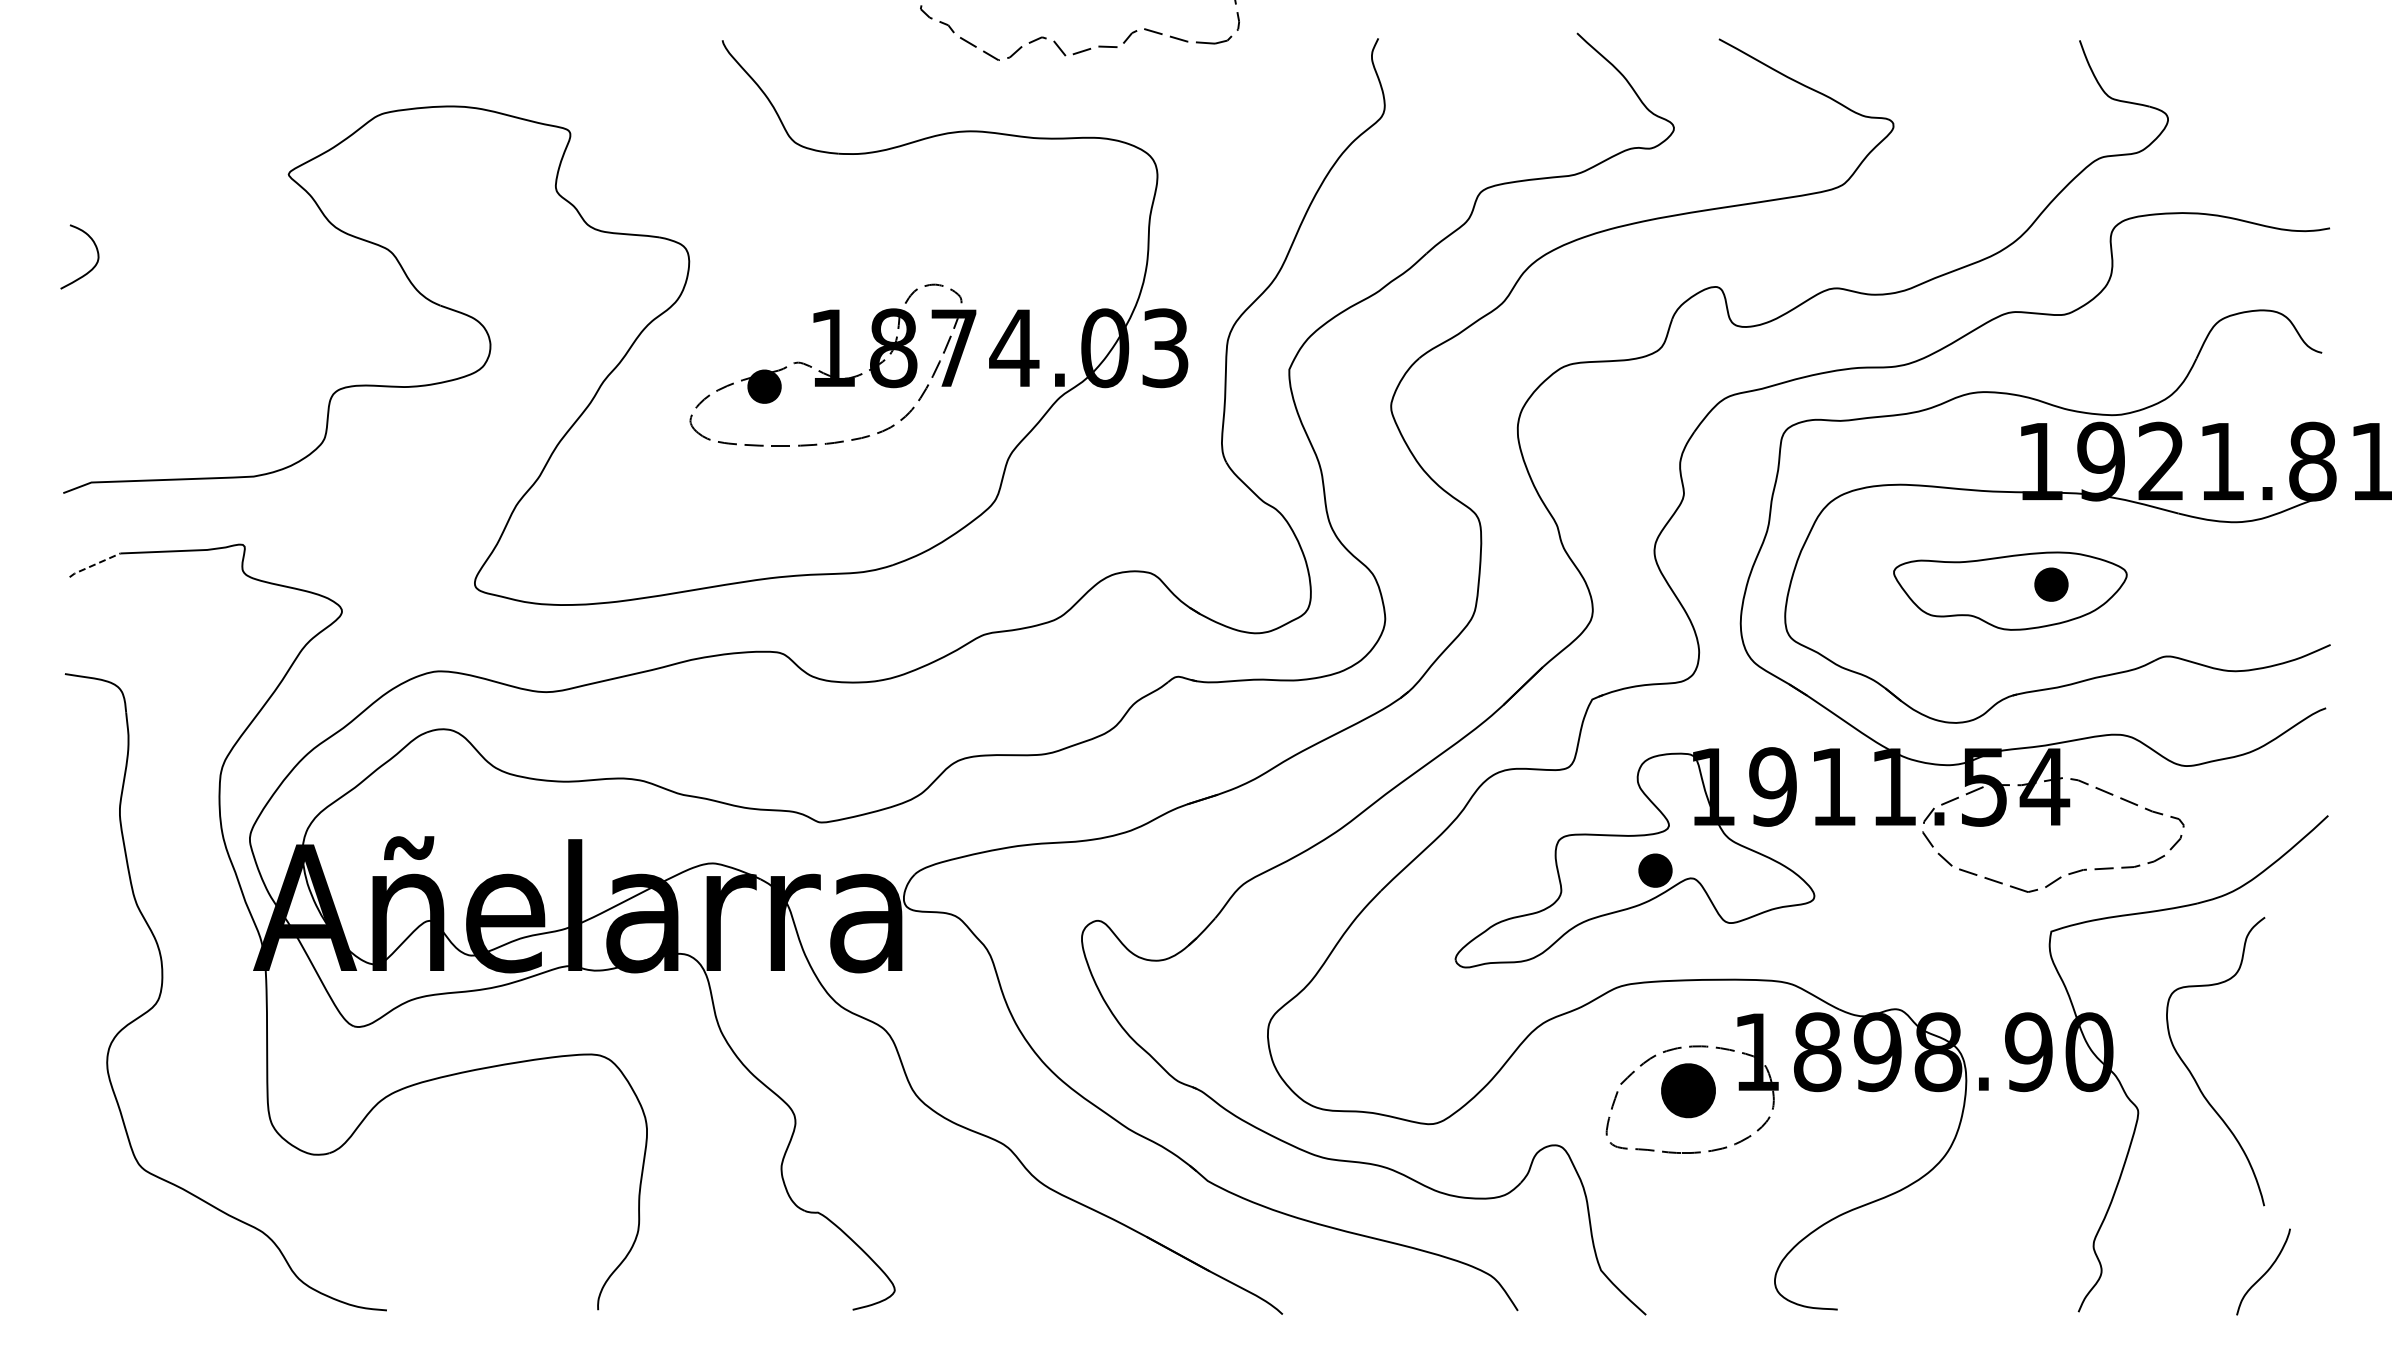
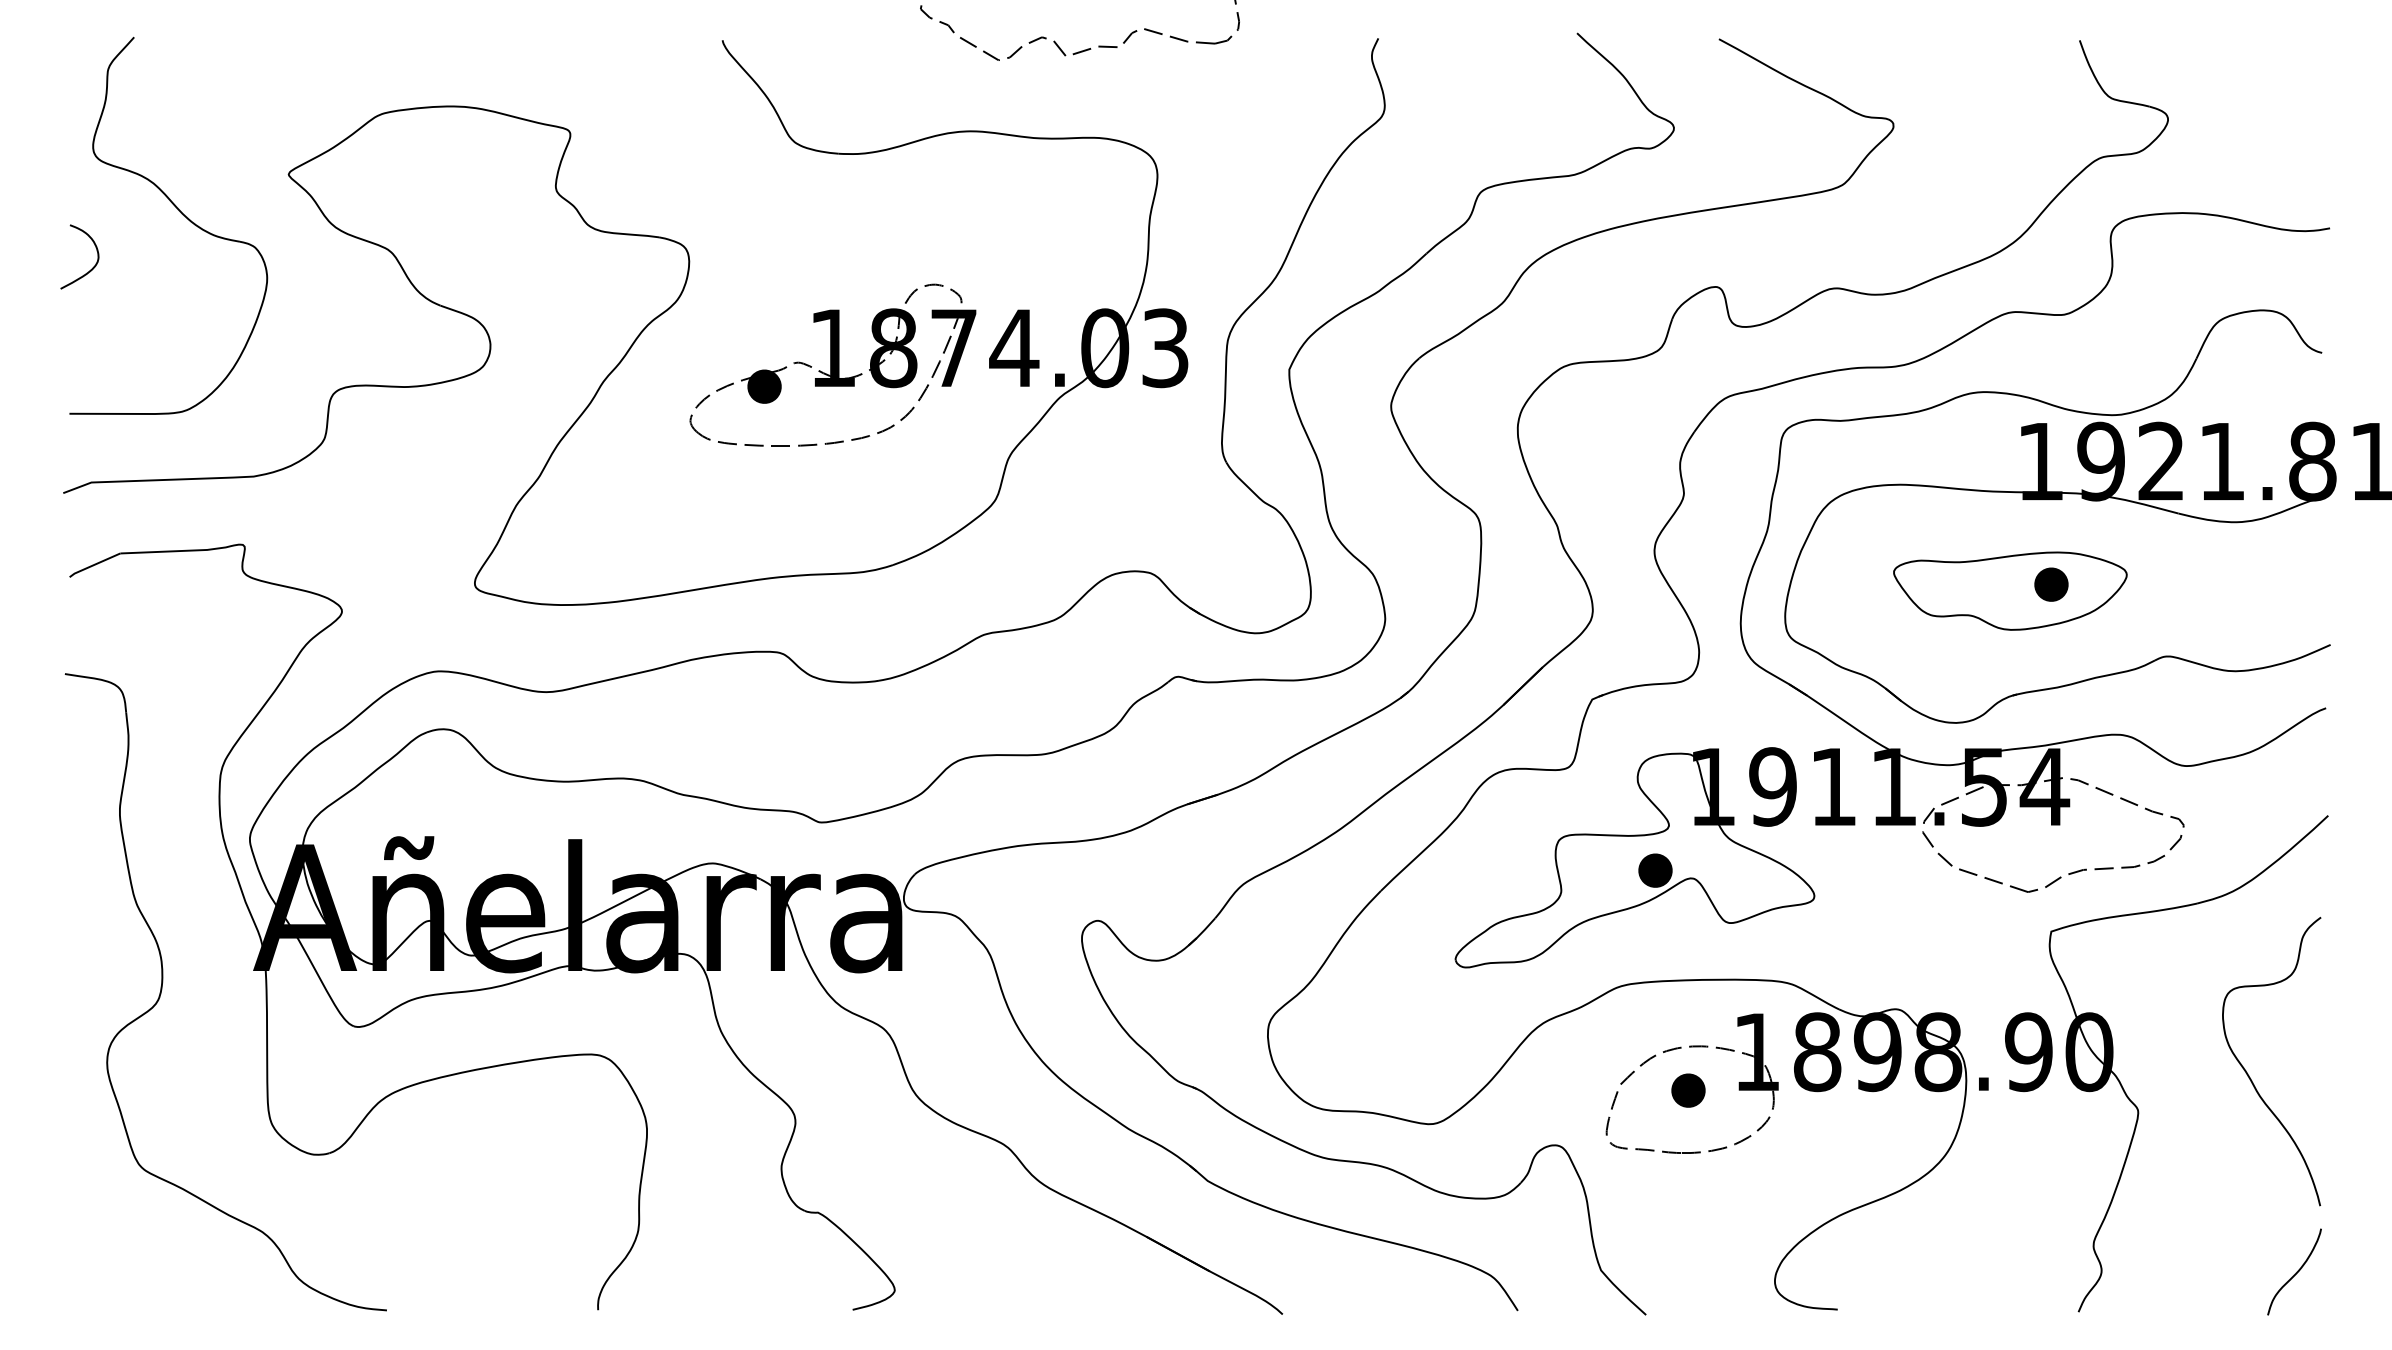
part at (181, 214): none -> present
line at (93, 565): dashed -> solid
curve at (2192, 1073) position: (2192, 1073) -> (2248, 1073)
part at (1688, 1090) size: 55x56 px -> 35x35 px
curve at (2264, 1272) position: (2264, 1272) -> (2295, 1272)
